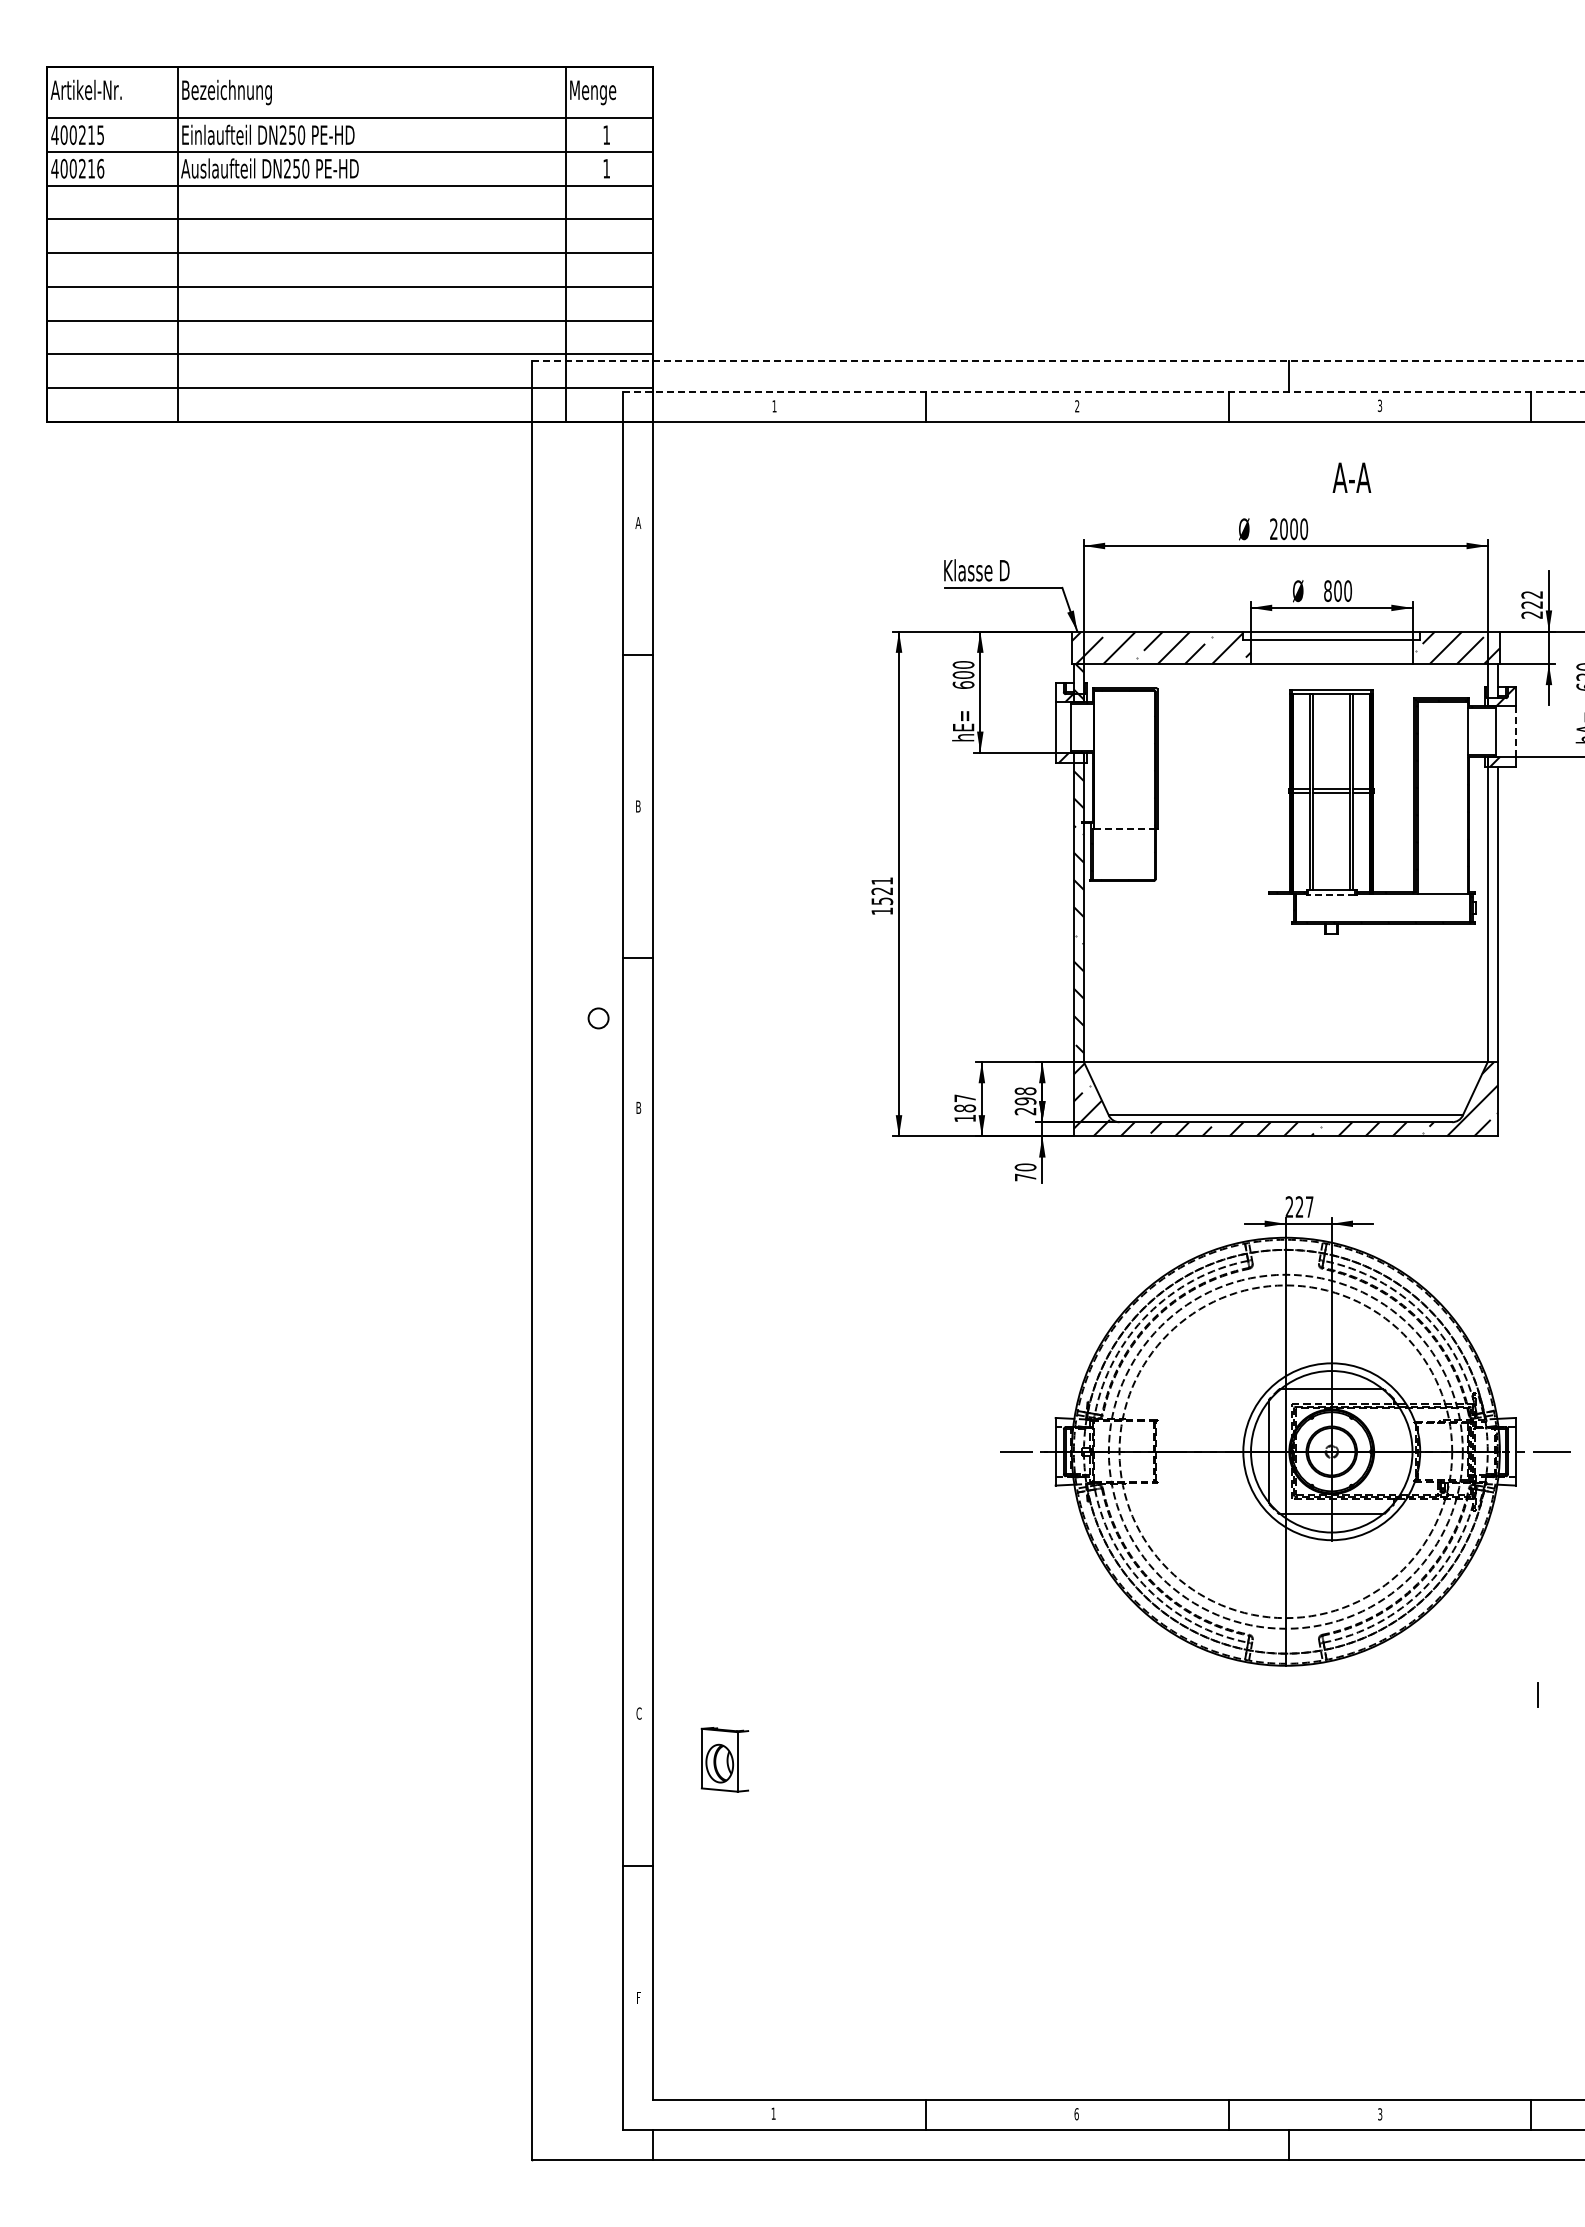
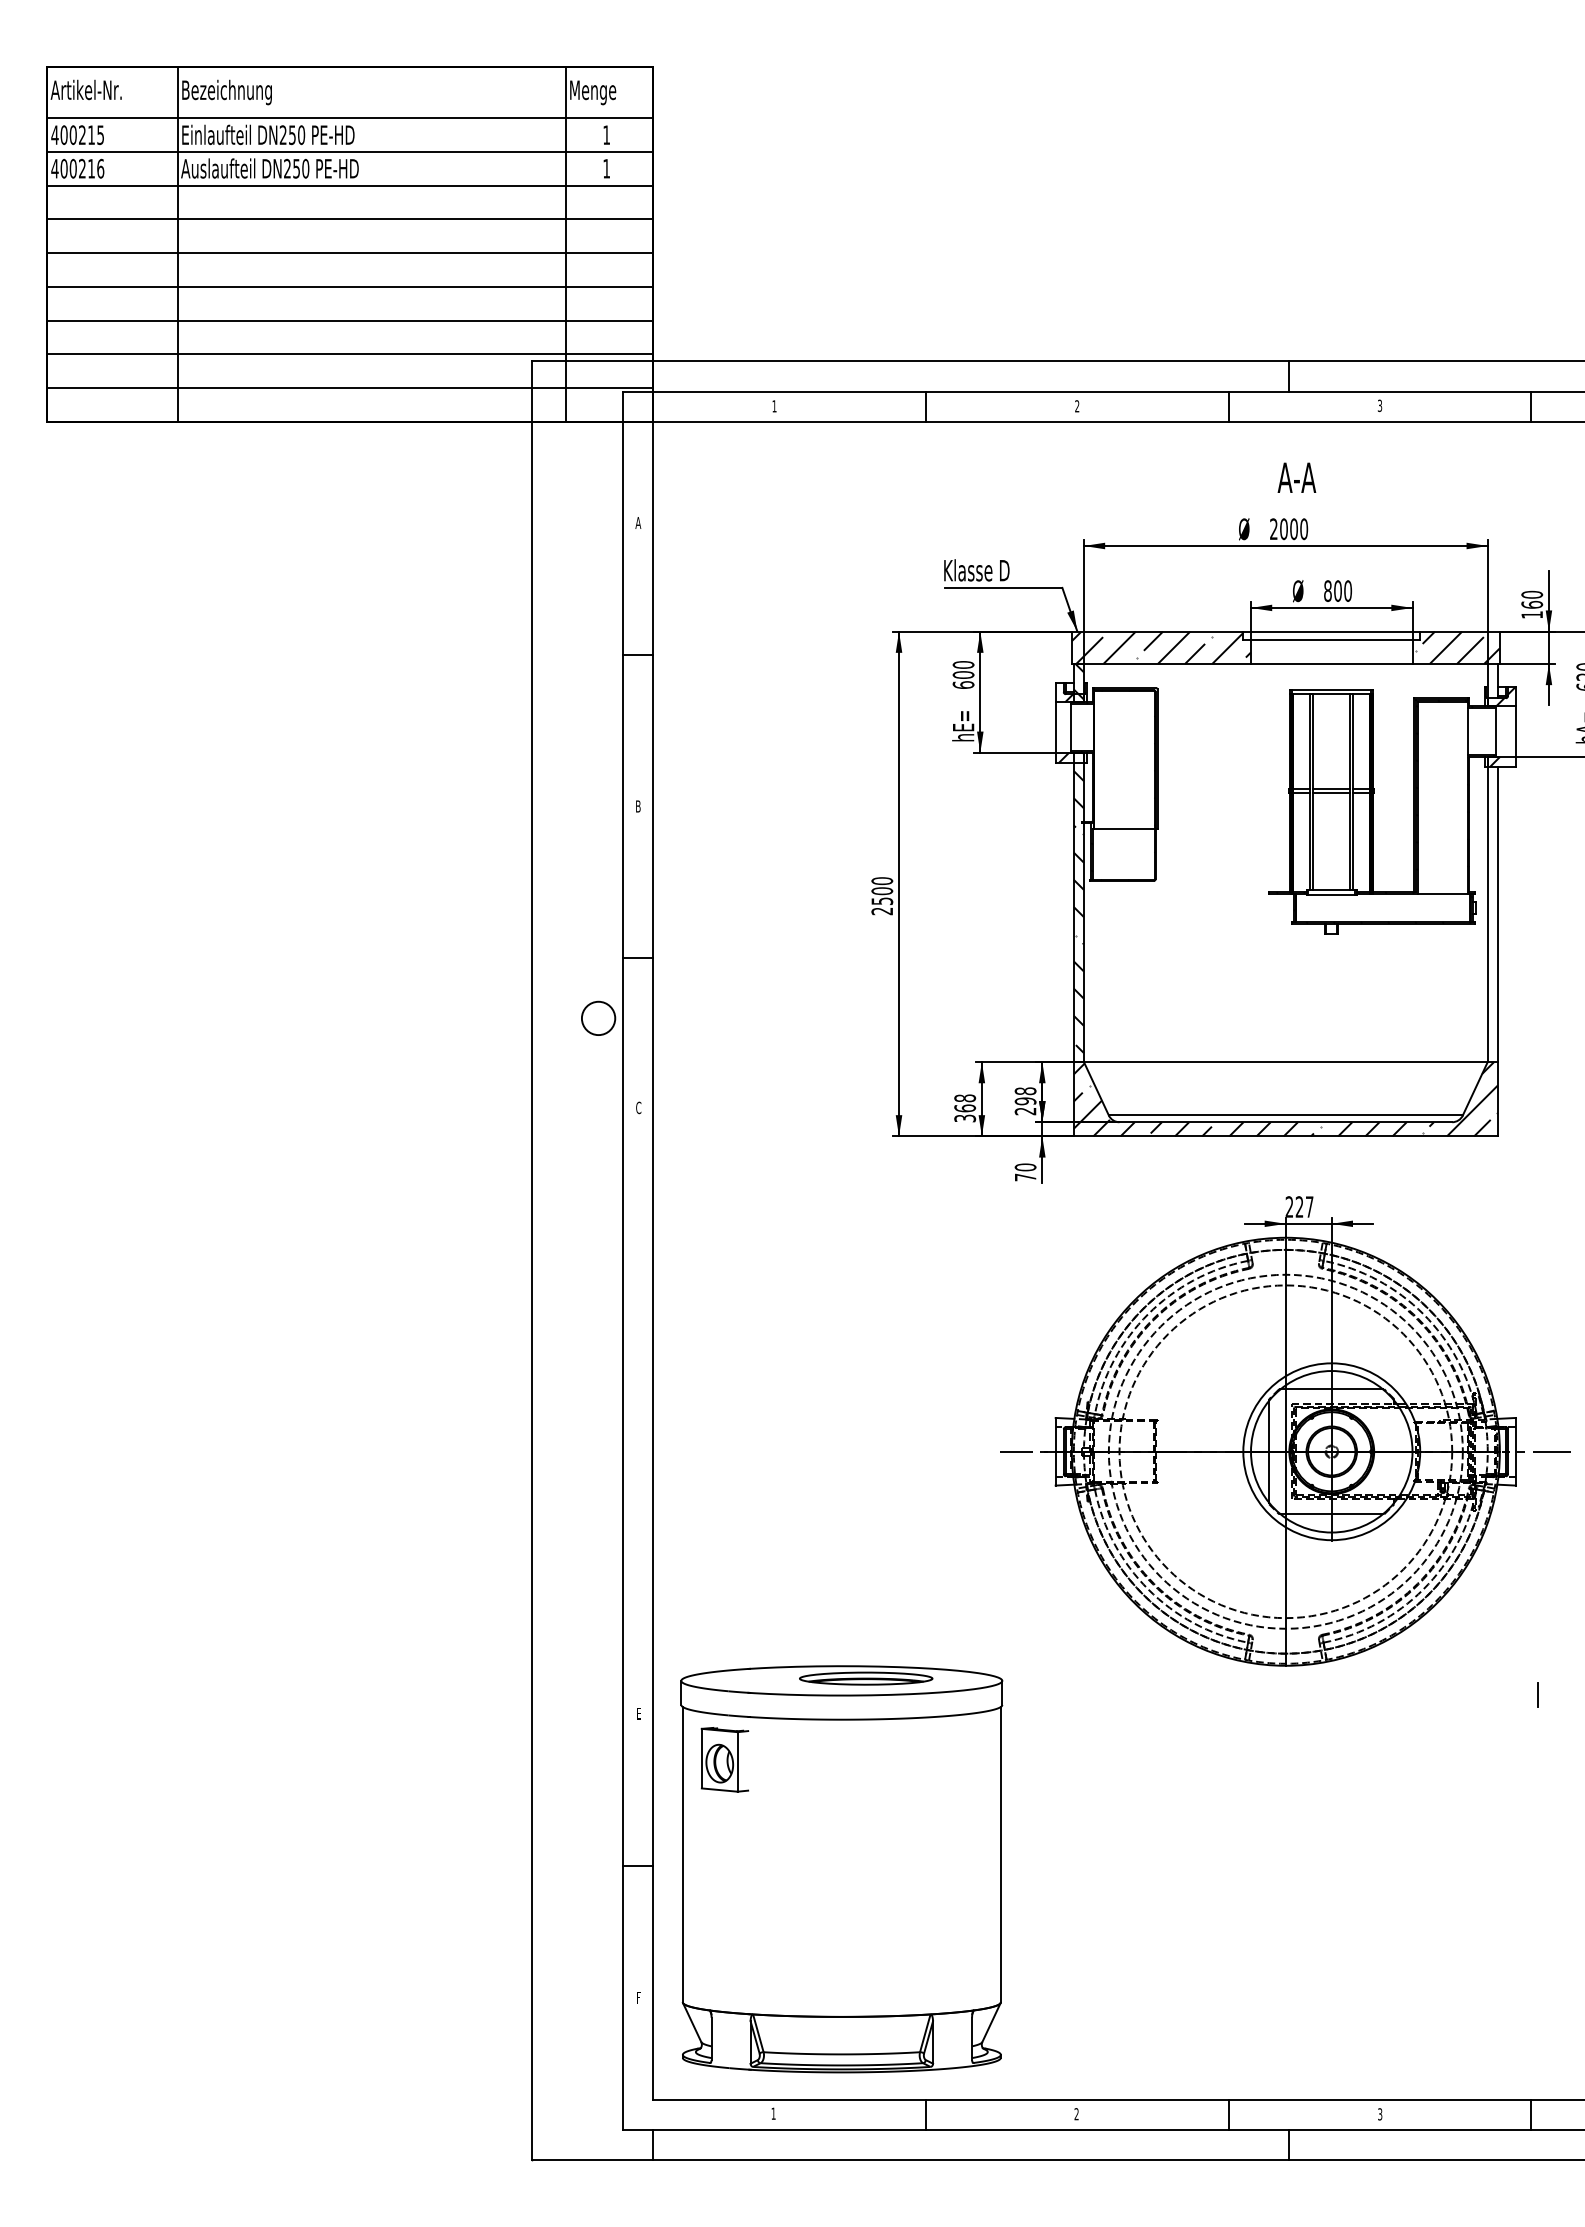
line at (1058, 361): dashed -> solid
line at (1103, 391): dashed -> solid
text at (1351, 477) position: (1351, 477) -> (1296, 477)
text at (1532, 604): 222 -> 160
line at (1516, 732): dashed -> solid
line at (1124, 829): dashed -> solid
line at (1331, 895): dashed -> solid
text at (882, 896): 1521 -> 2500
circle at (598, 1018) diameter: 20 px -> 33 px
text at (638, 1107): B -> C
text at (965, 1108): 187 -> 368
text at (638, 1713): C -> E
part at (841, 1869): none -> present
text at (1076, 2114): 6 -> 2
